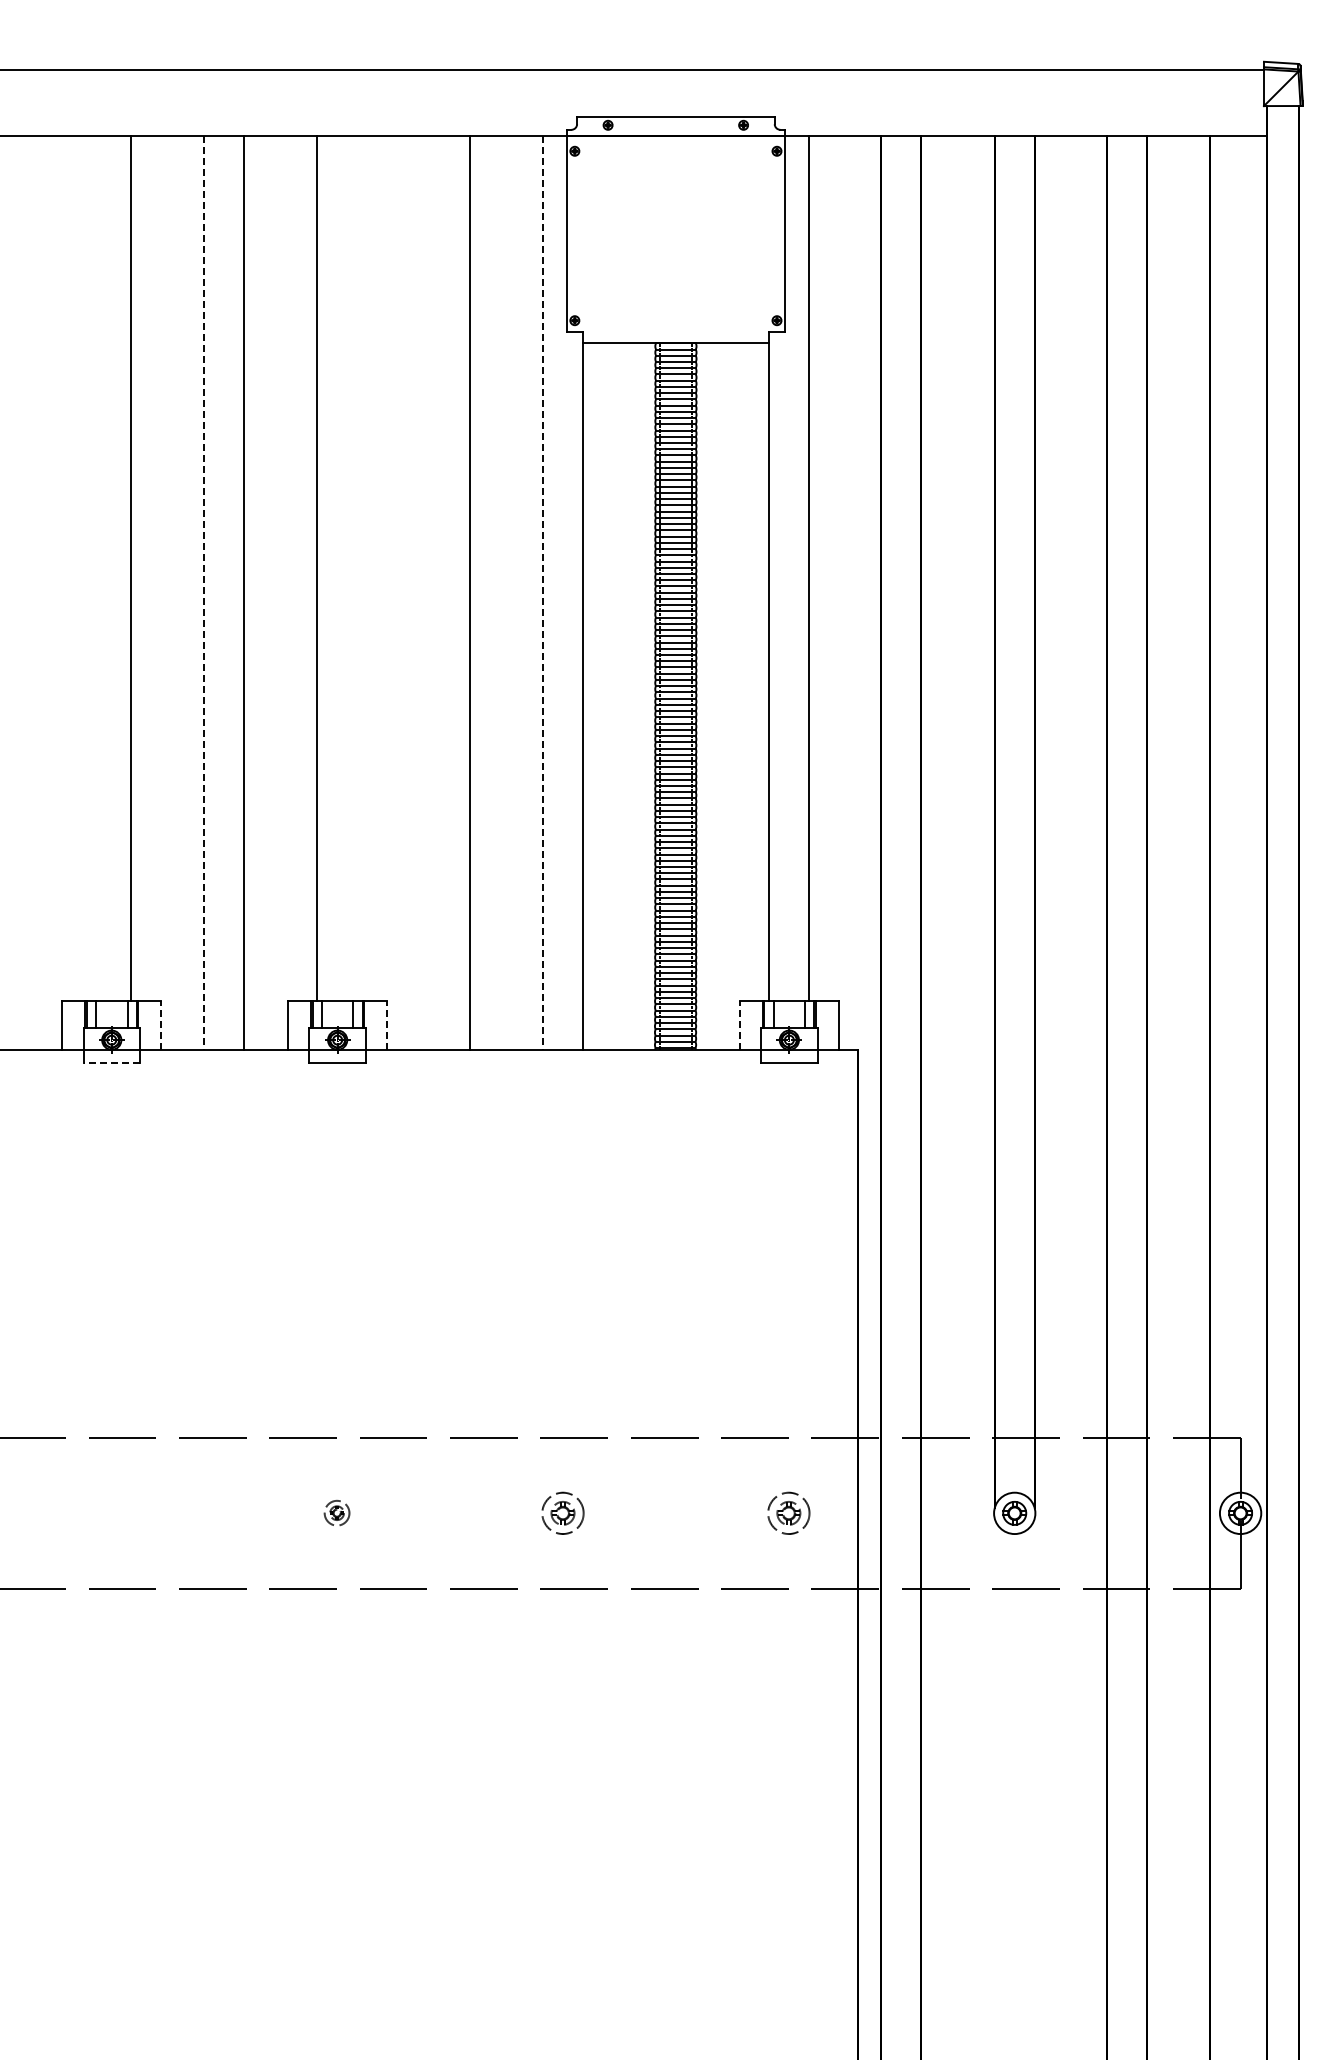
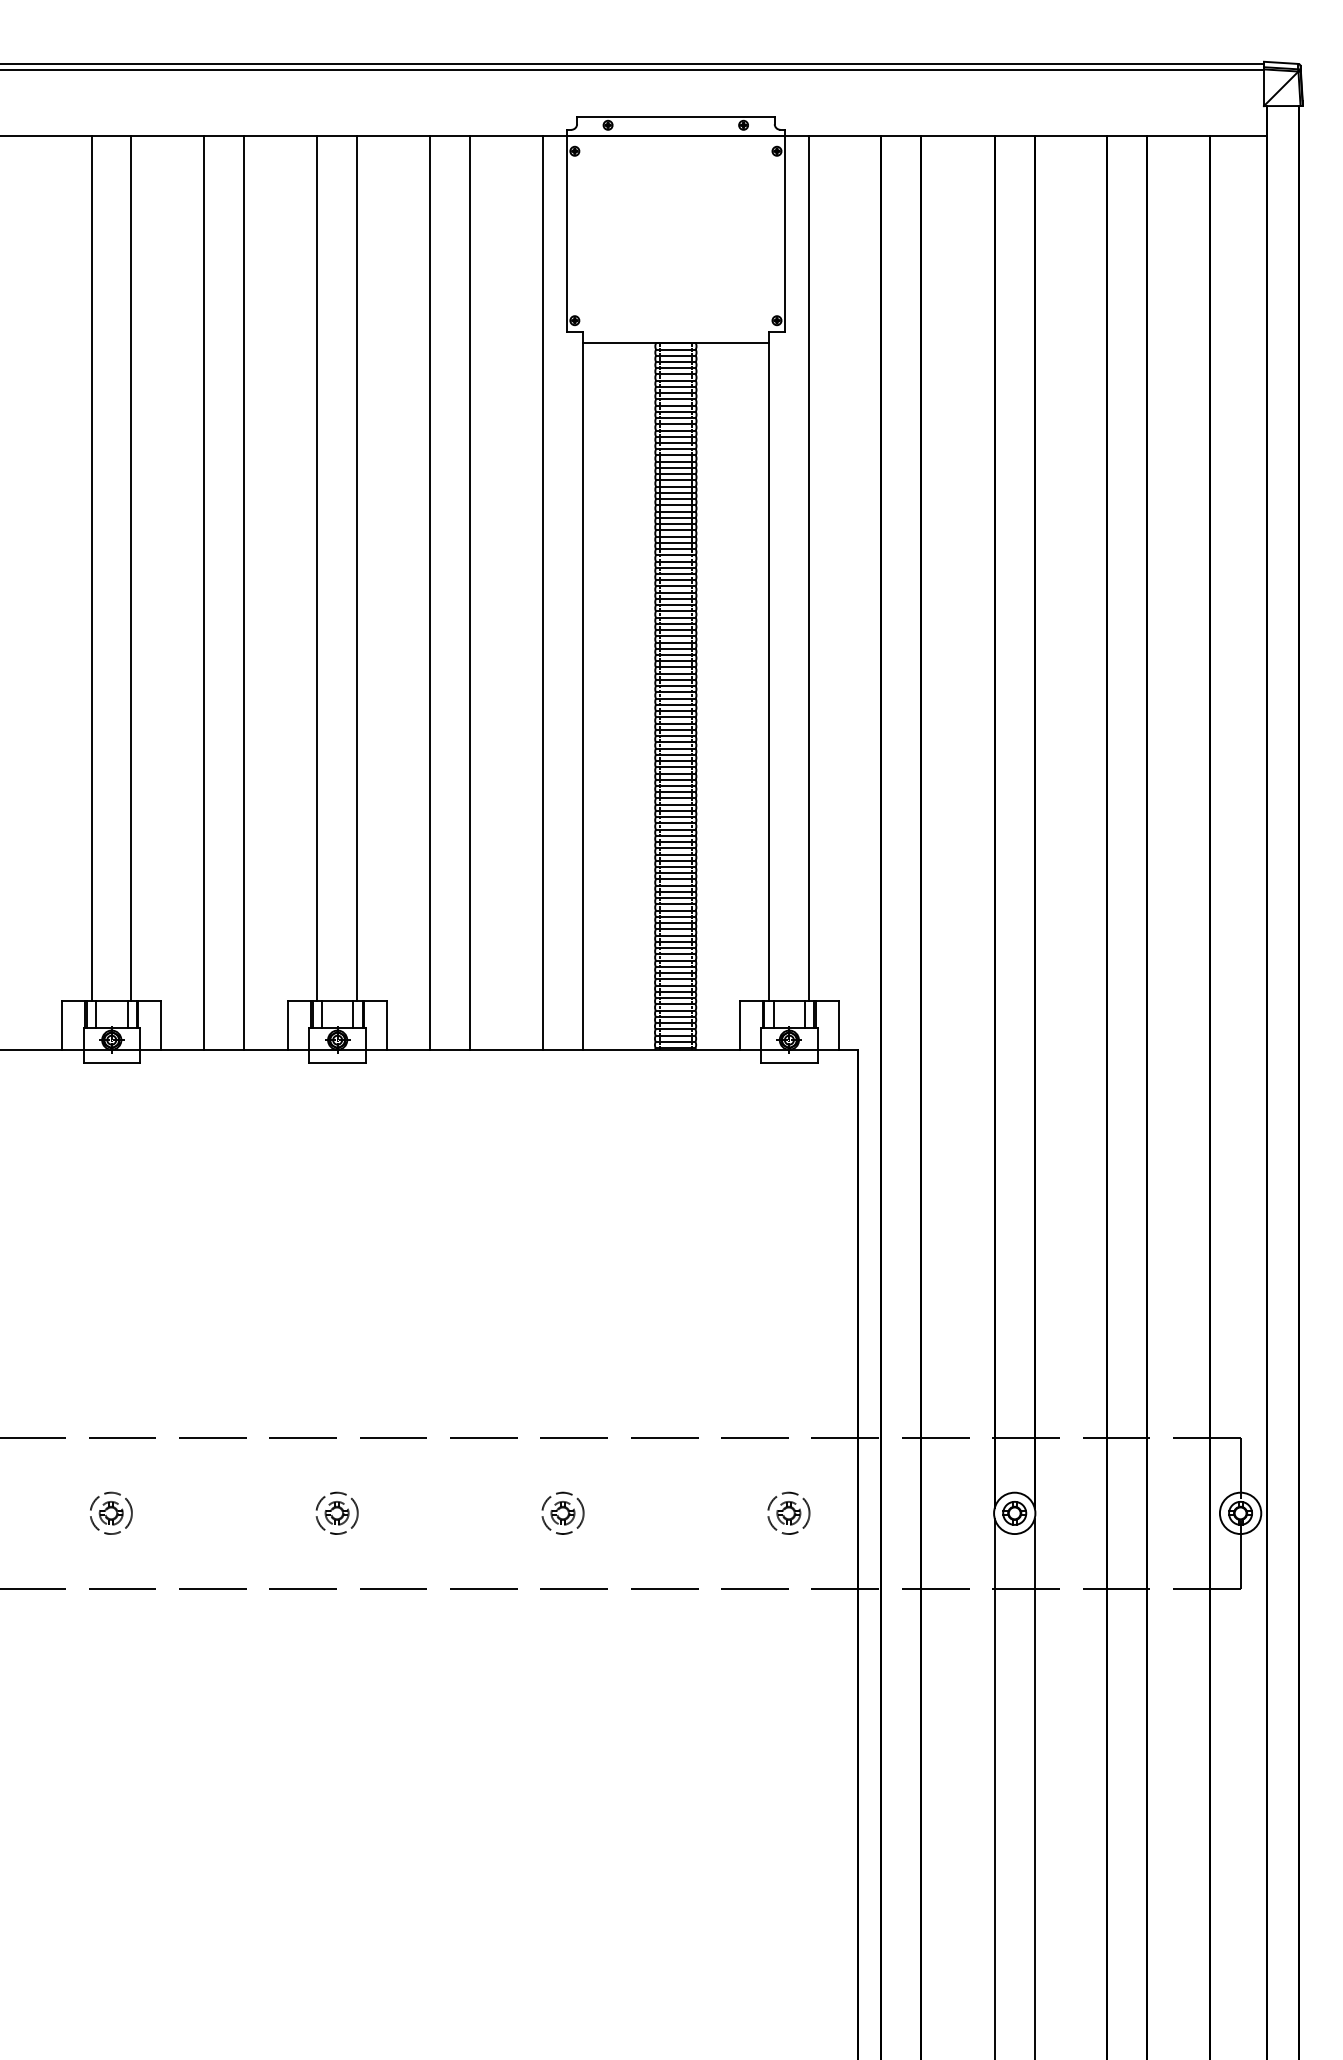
line at (632, 64): none -> present
line at (91, 568): none -> present
line at (356, 568): none -> present
line at (204, 592): dashed -> solid
line at (430, 592): none -> present
line at (543, 592): dashed -> solid
line at (161, 1025): dashed -> solid
line at (386, 1025): dashed -> solid
line at (740, 1025): dashed -> solid
line at (111, 1063): dashed -> solid
part at (111, 1512): none -> present
part at (336, 1513) size: 28x27 px -> 44x44 px
line at (994, 1787): none -> present
line at (1034, 1787): none -> present
